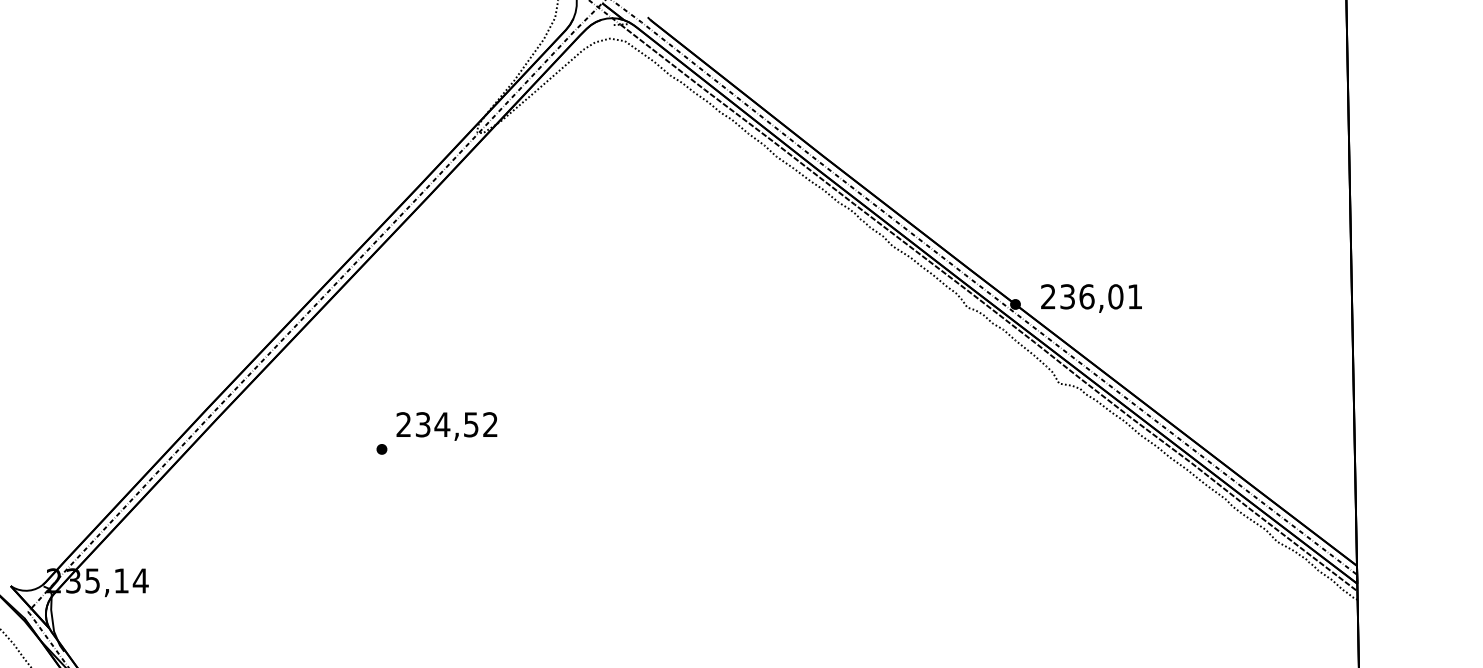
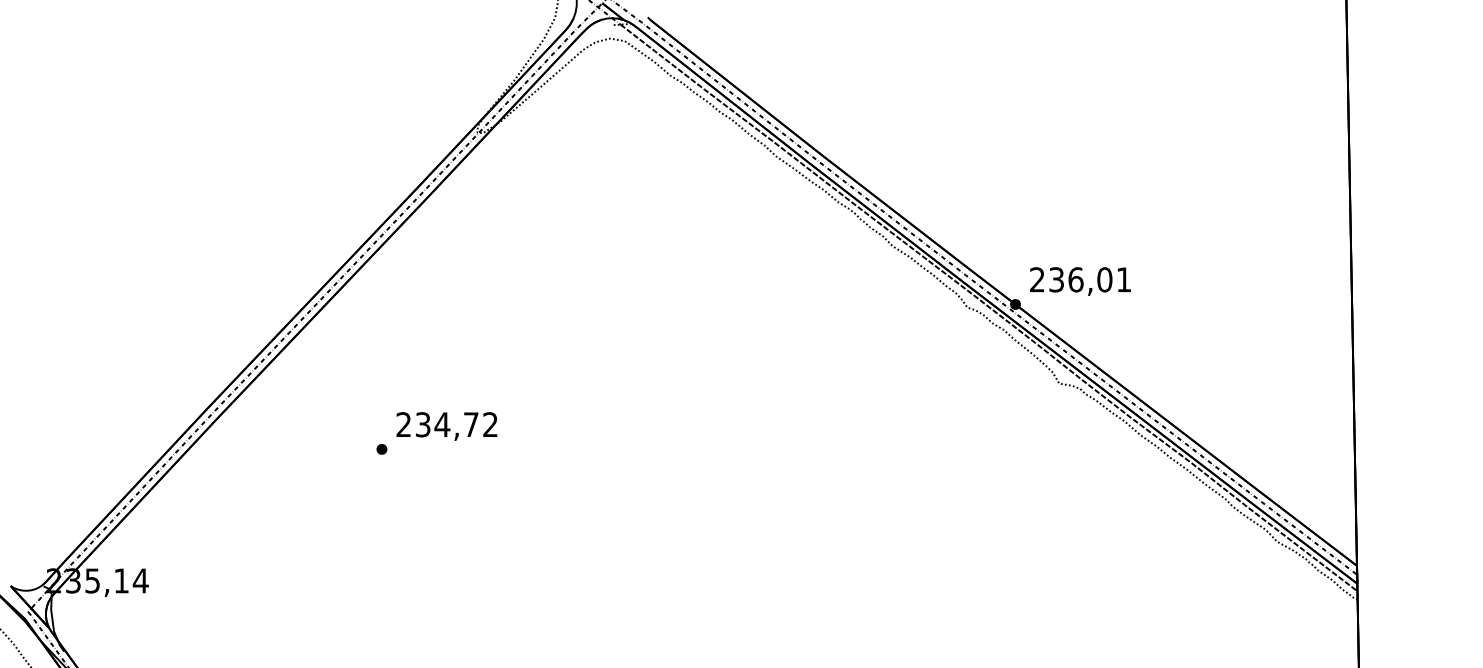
text at (1091, 298) position: (1091, 298) -> (1080, 281)
text at (471, 424): 234,52 -> 234,72
